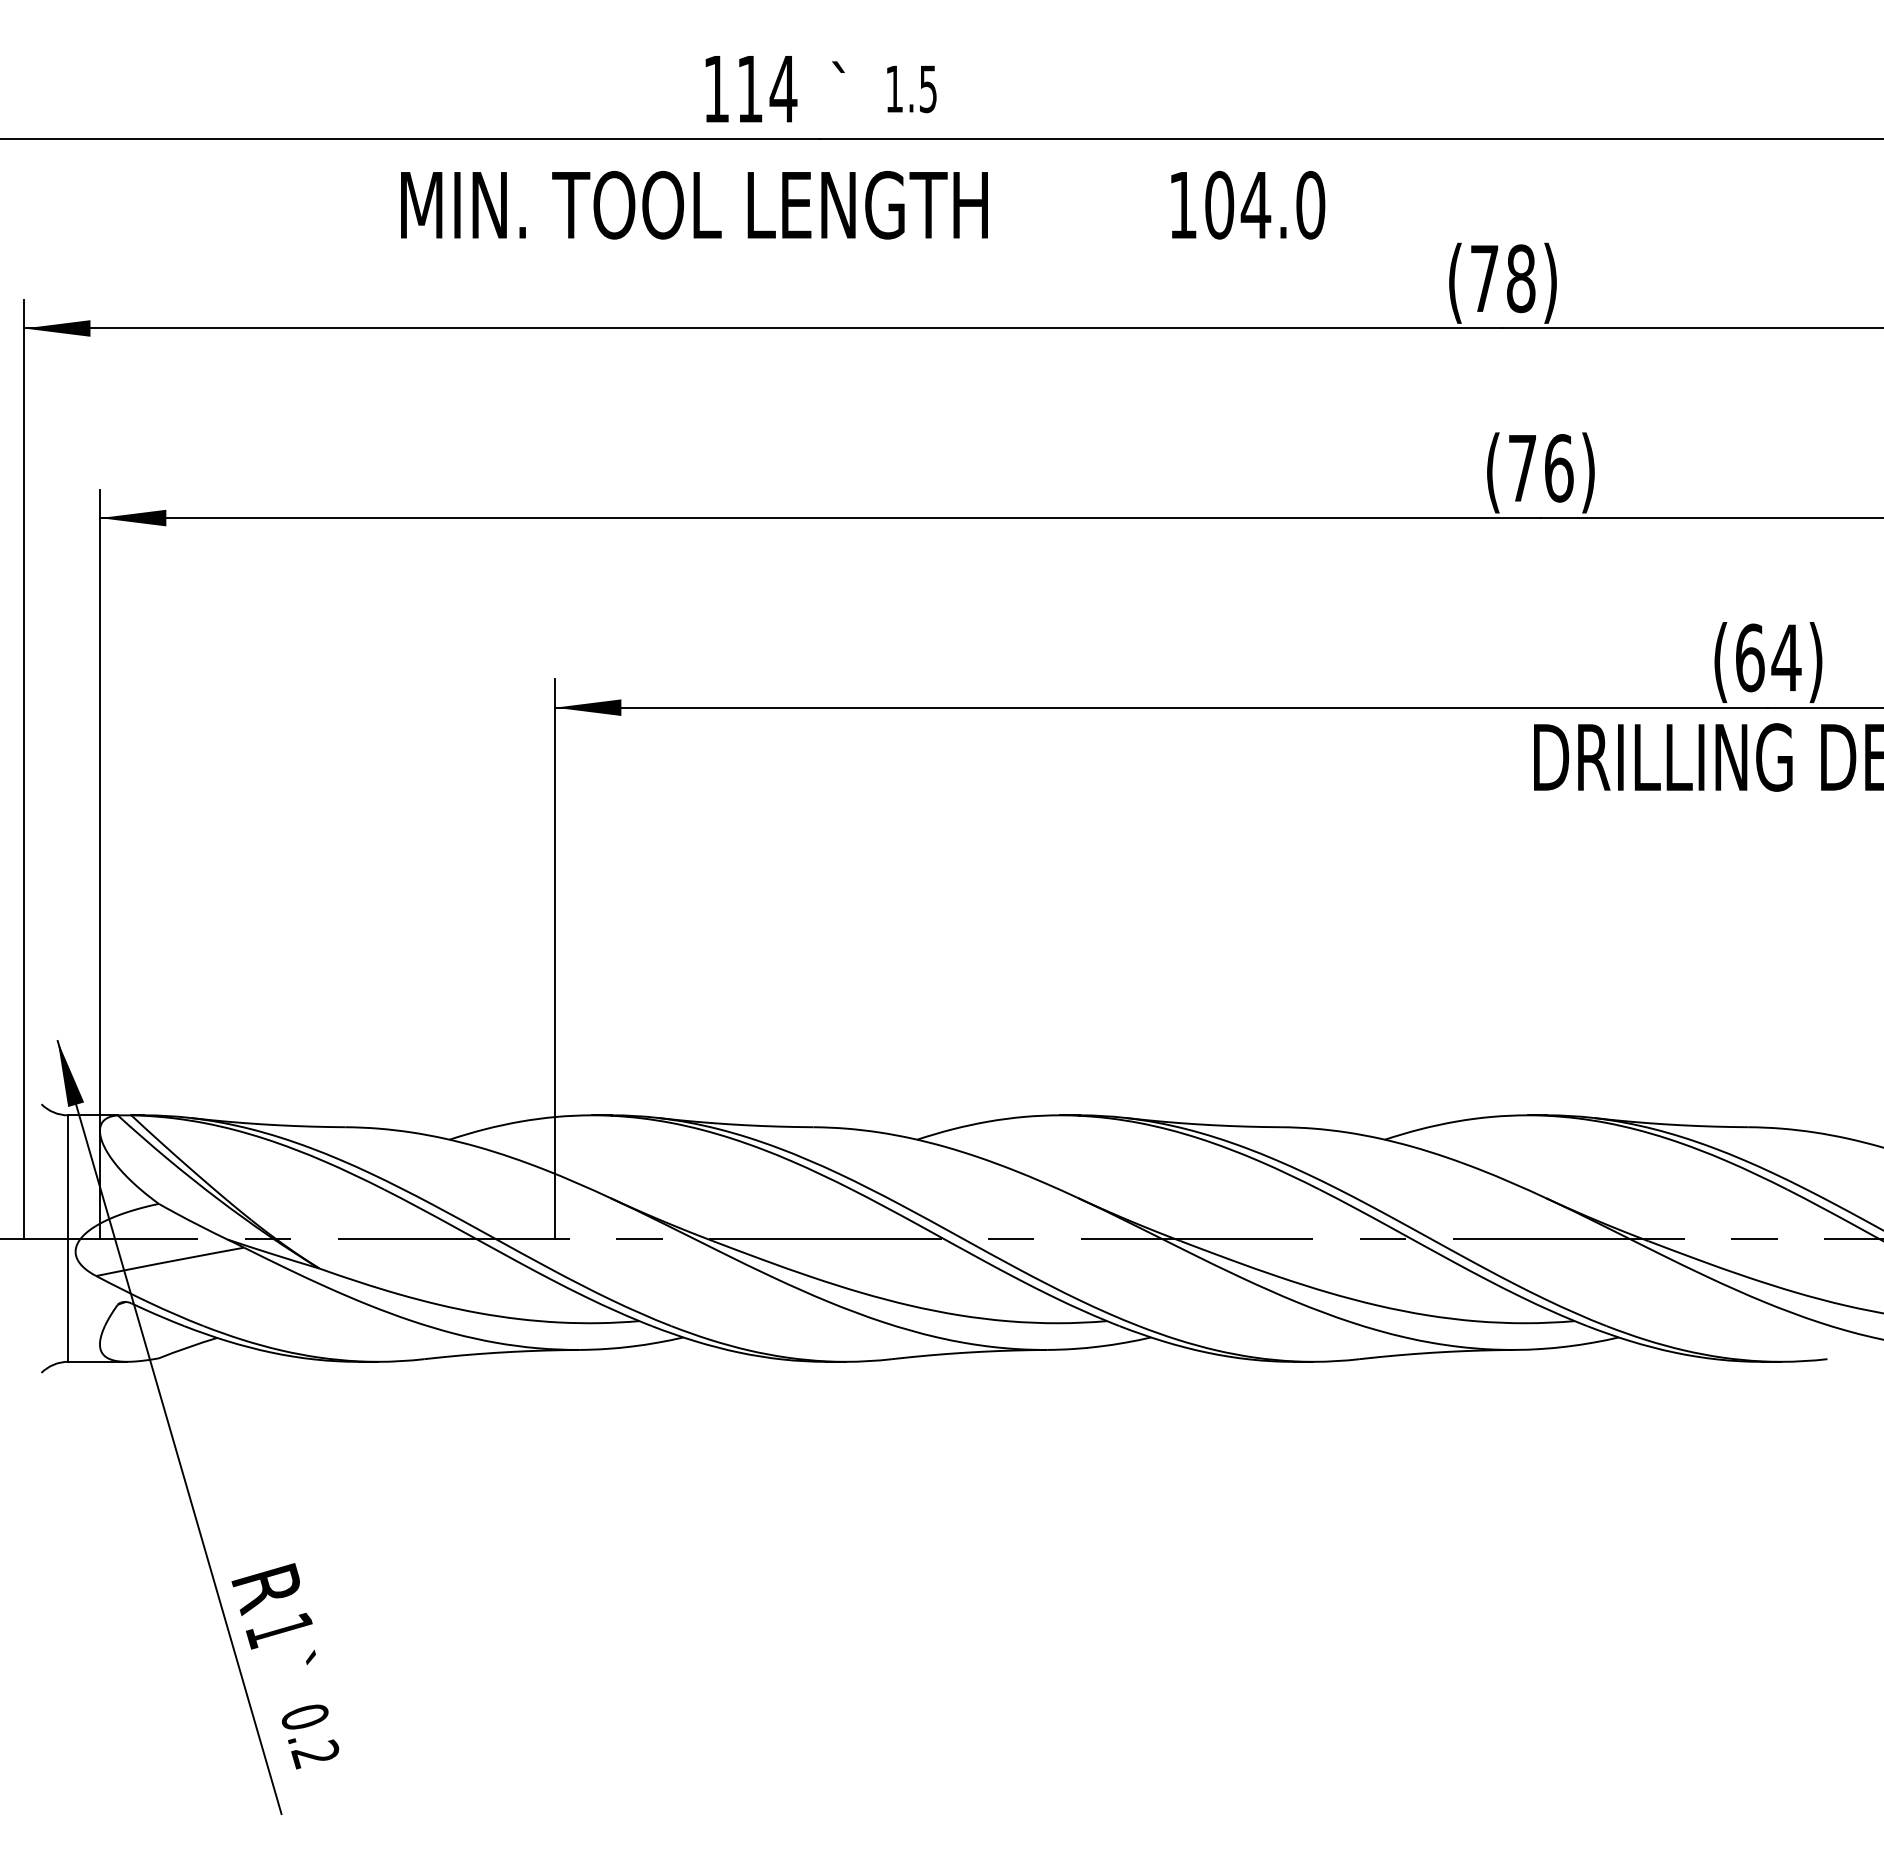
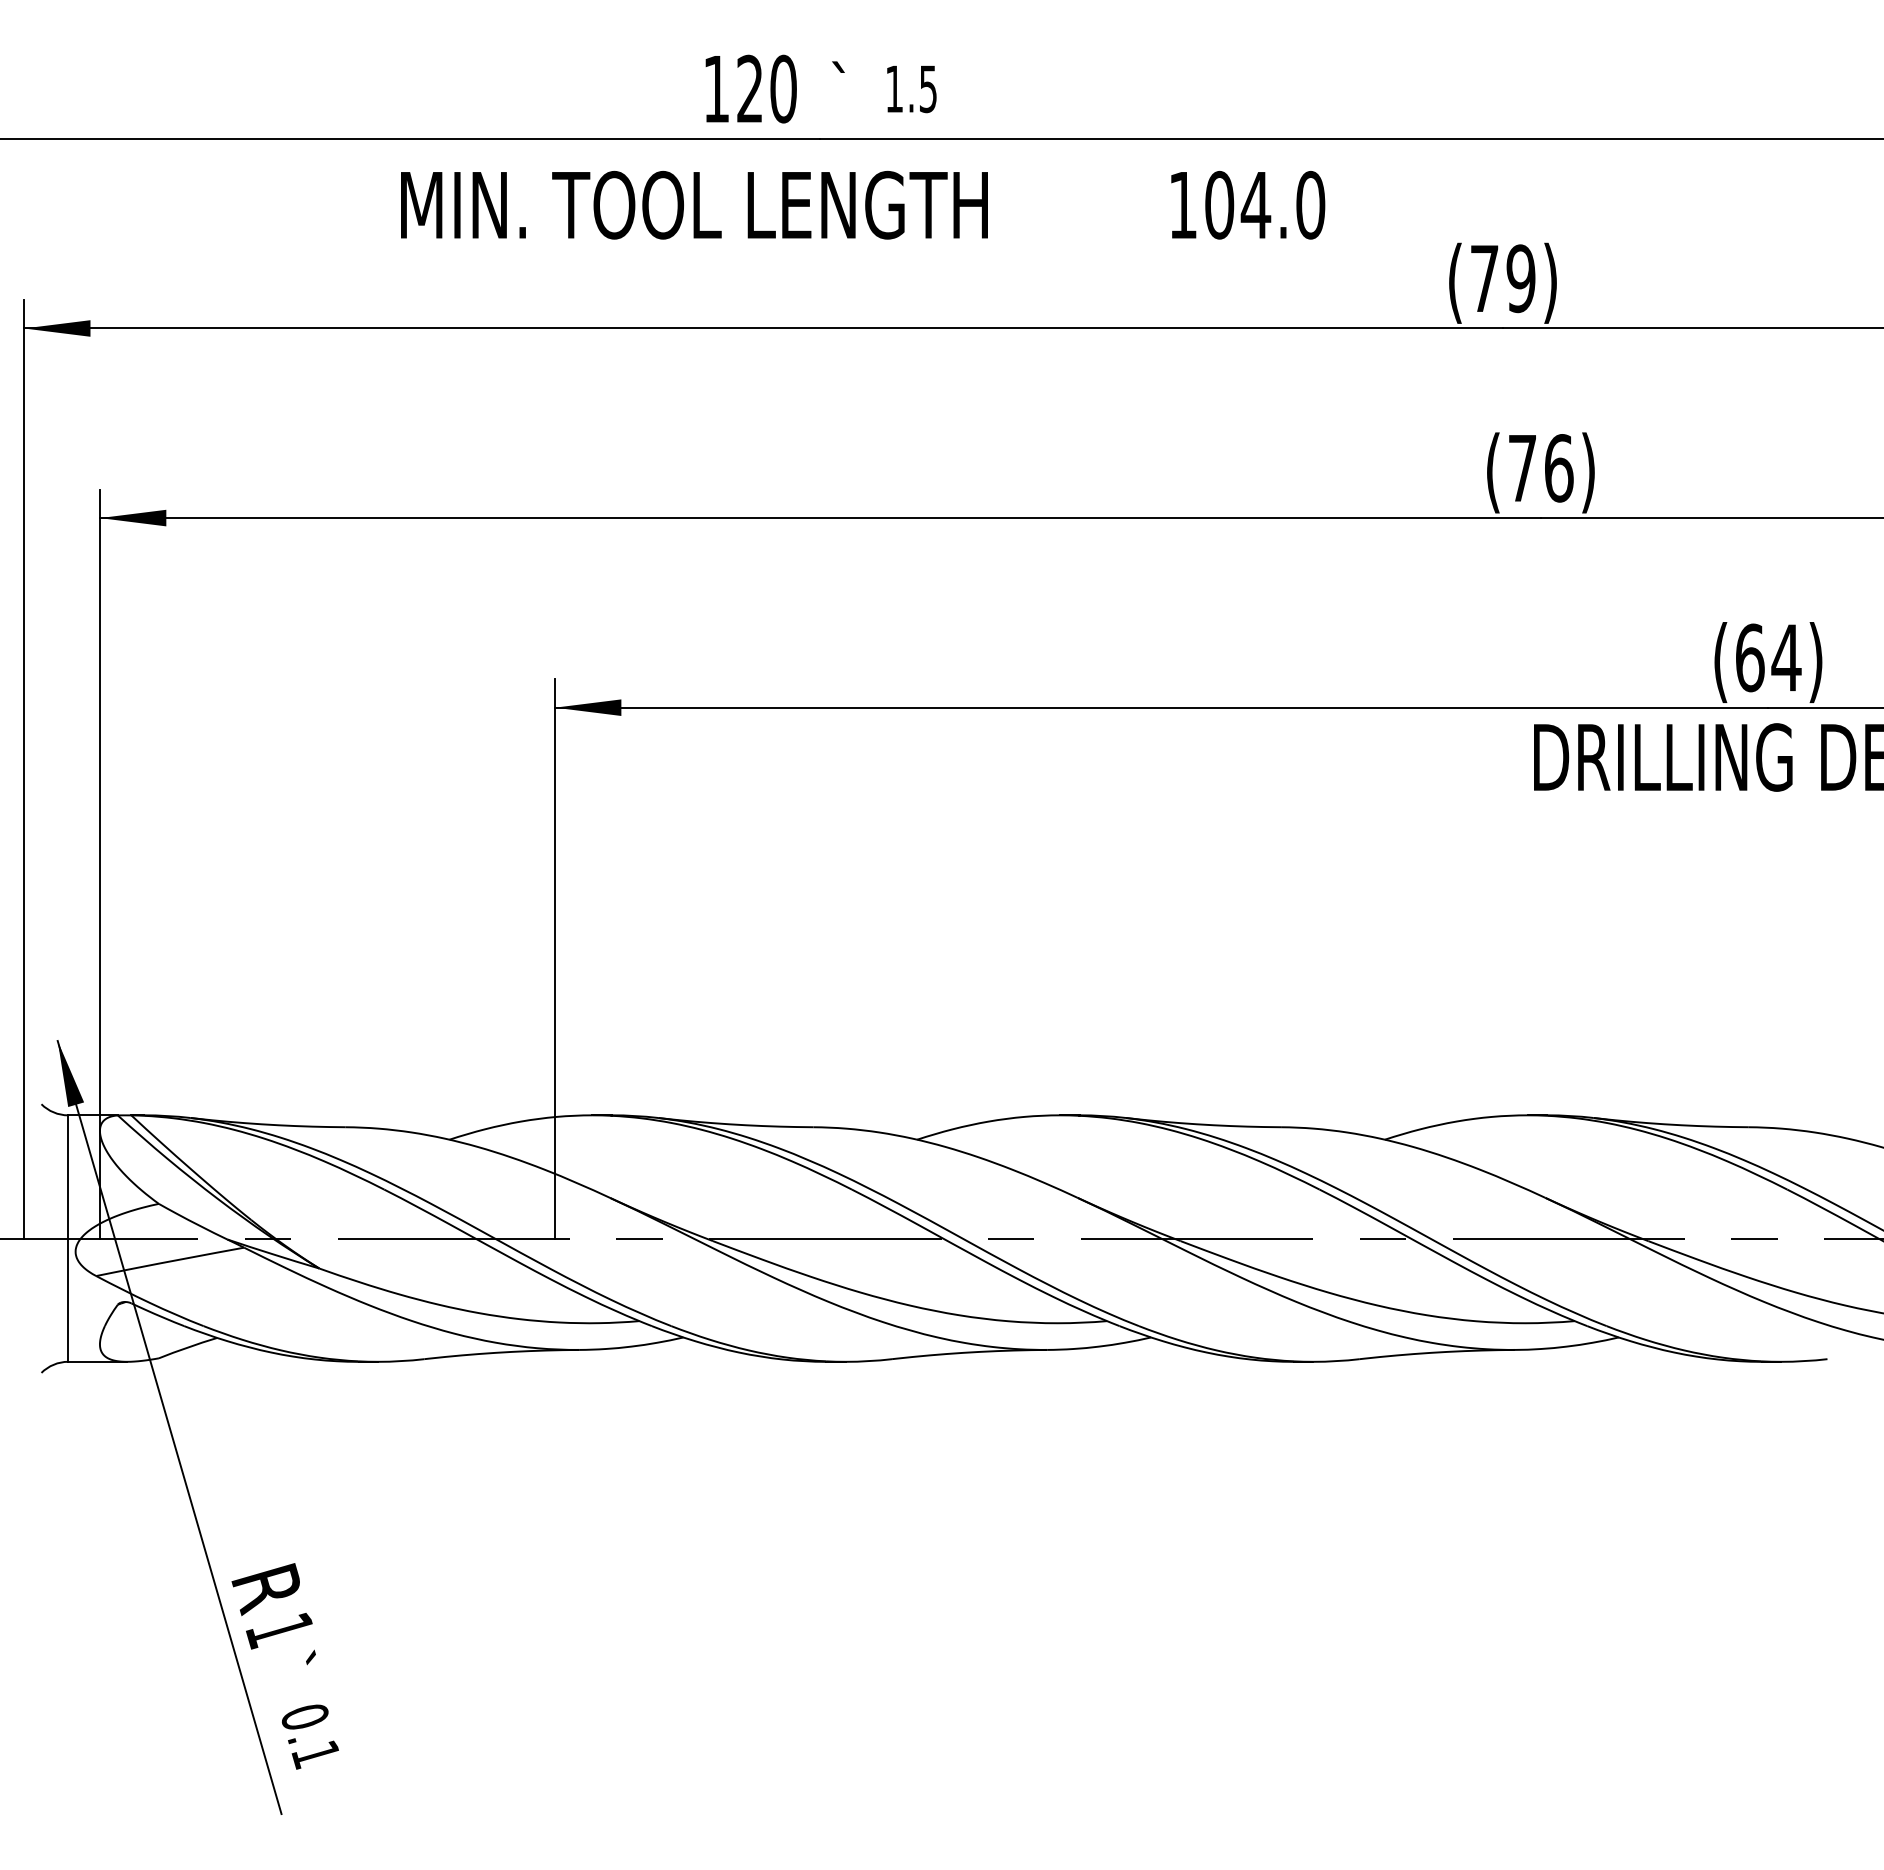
text at (767, 88): 114 -> 120
text at (1520, 278): (78) -> (79)
text at (315, 1754): 0.2 -> 0.1
